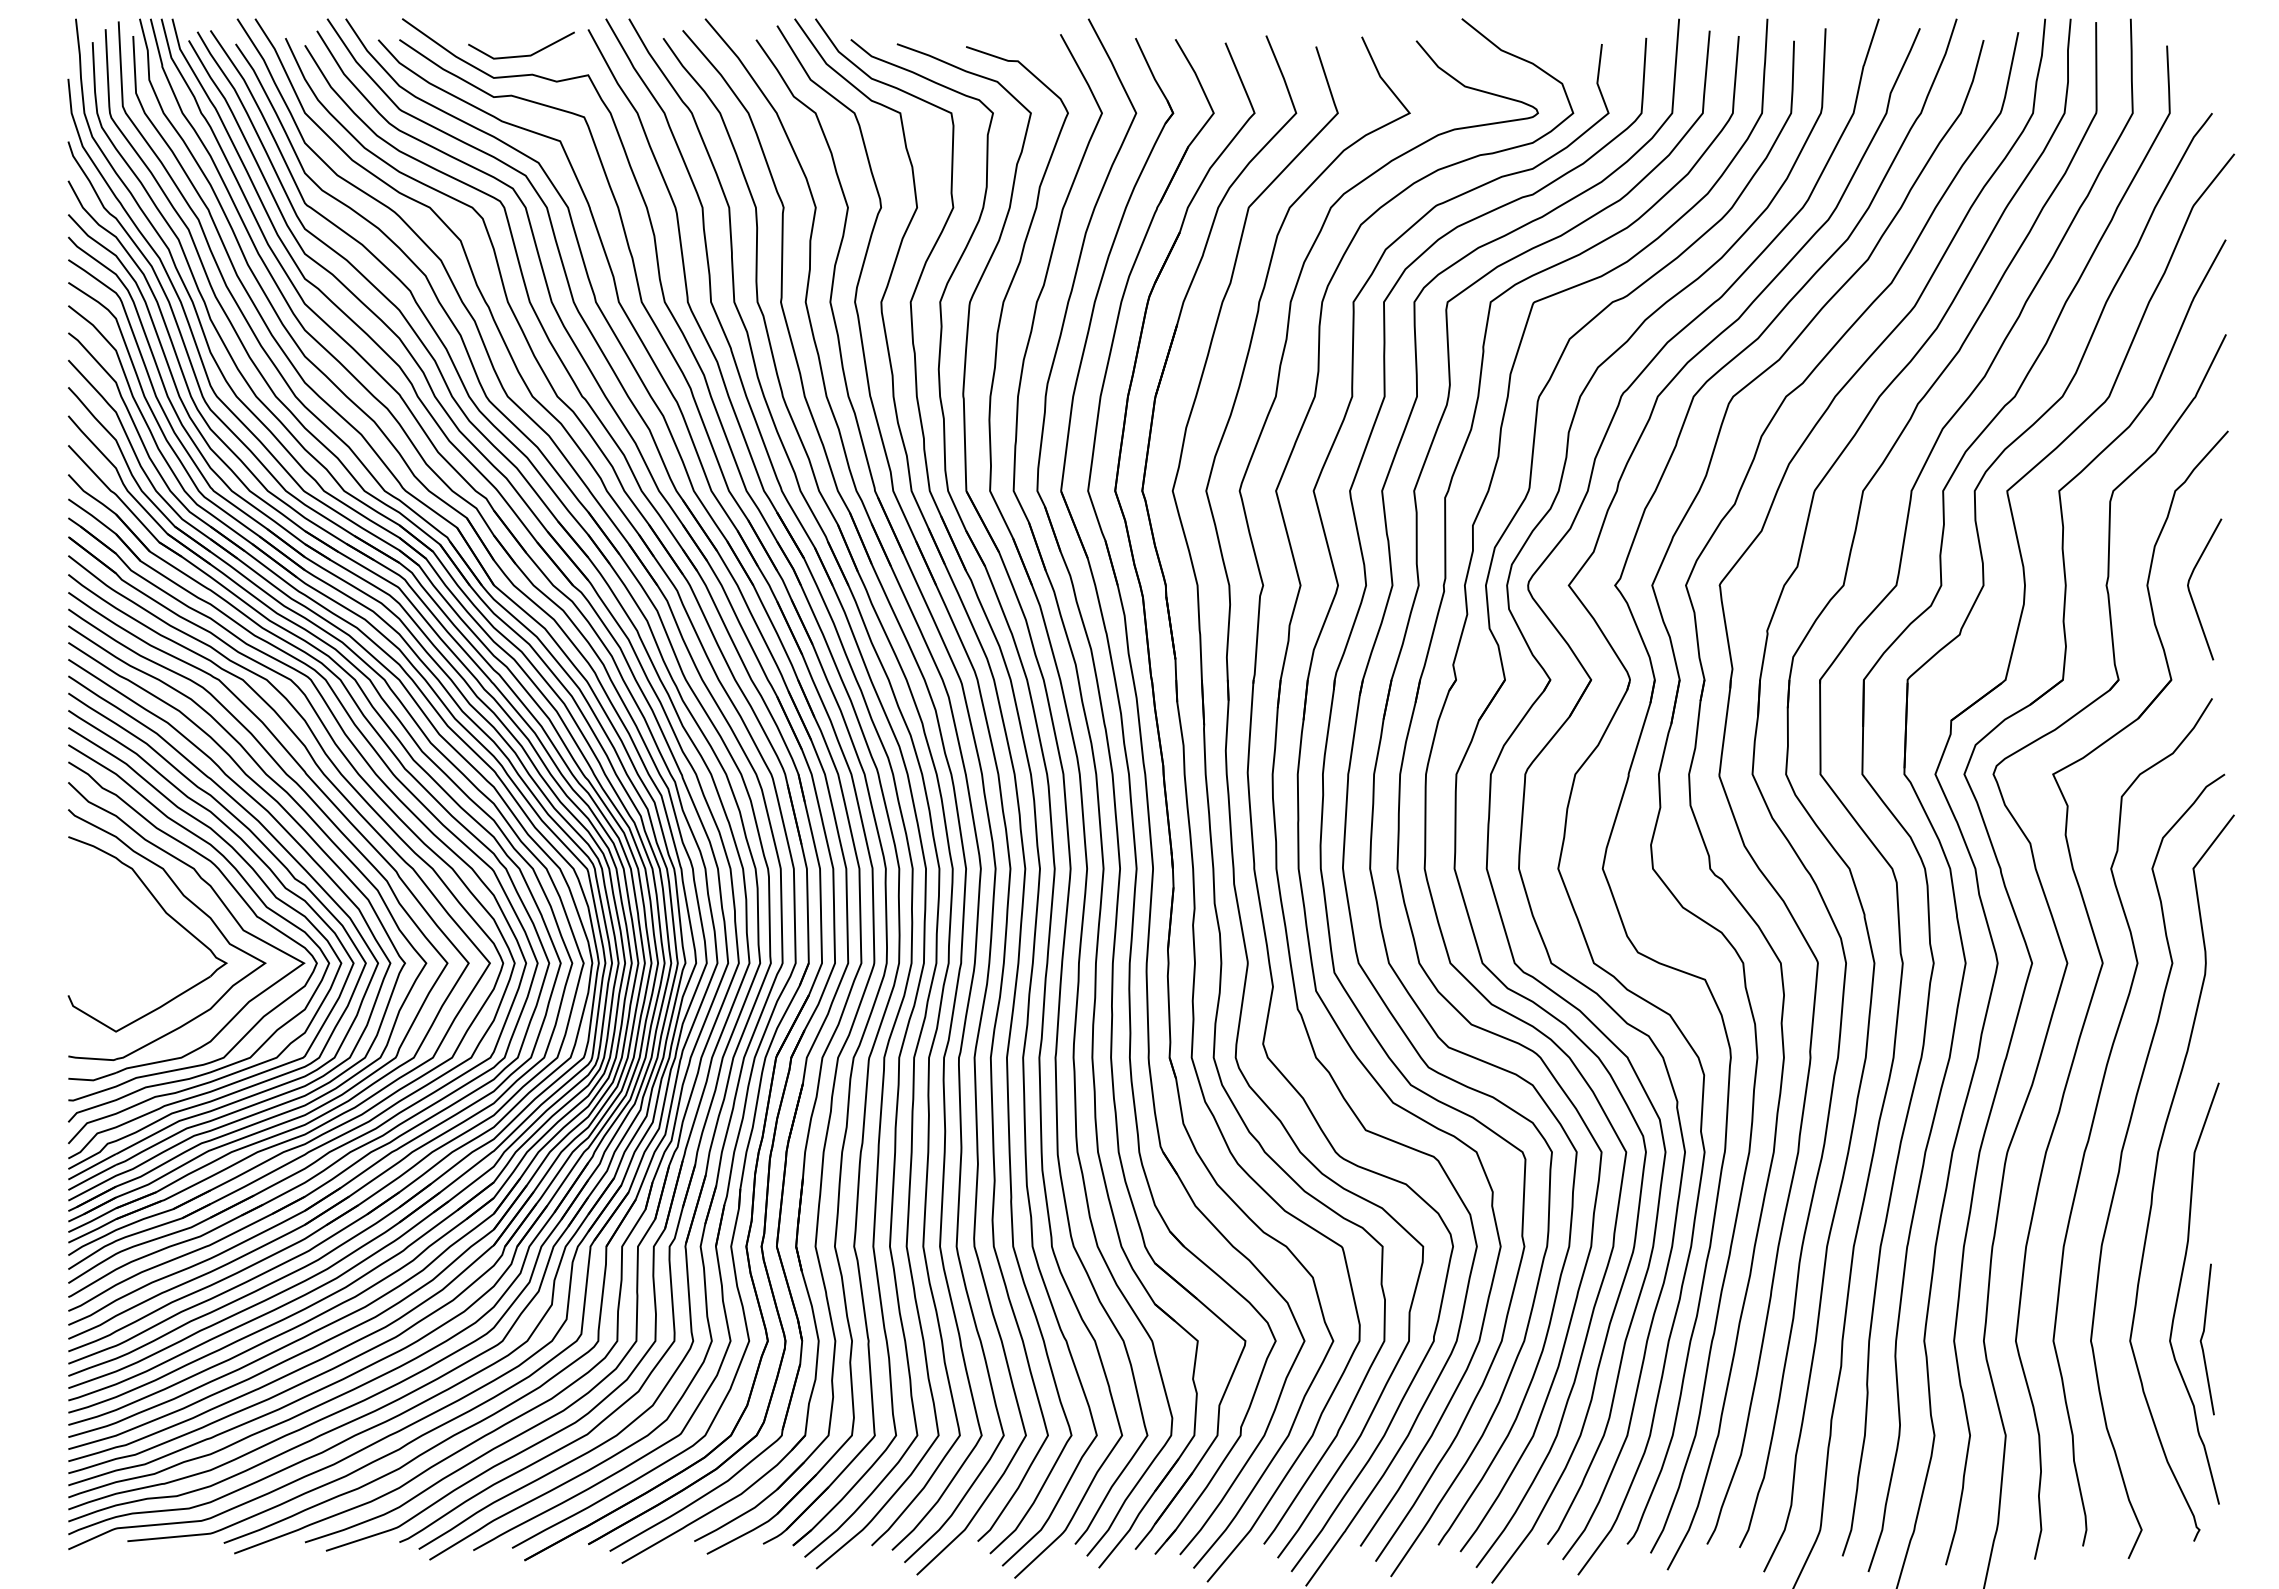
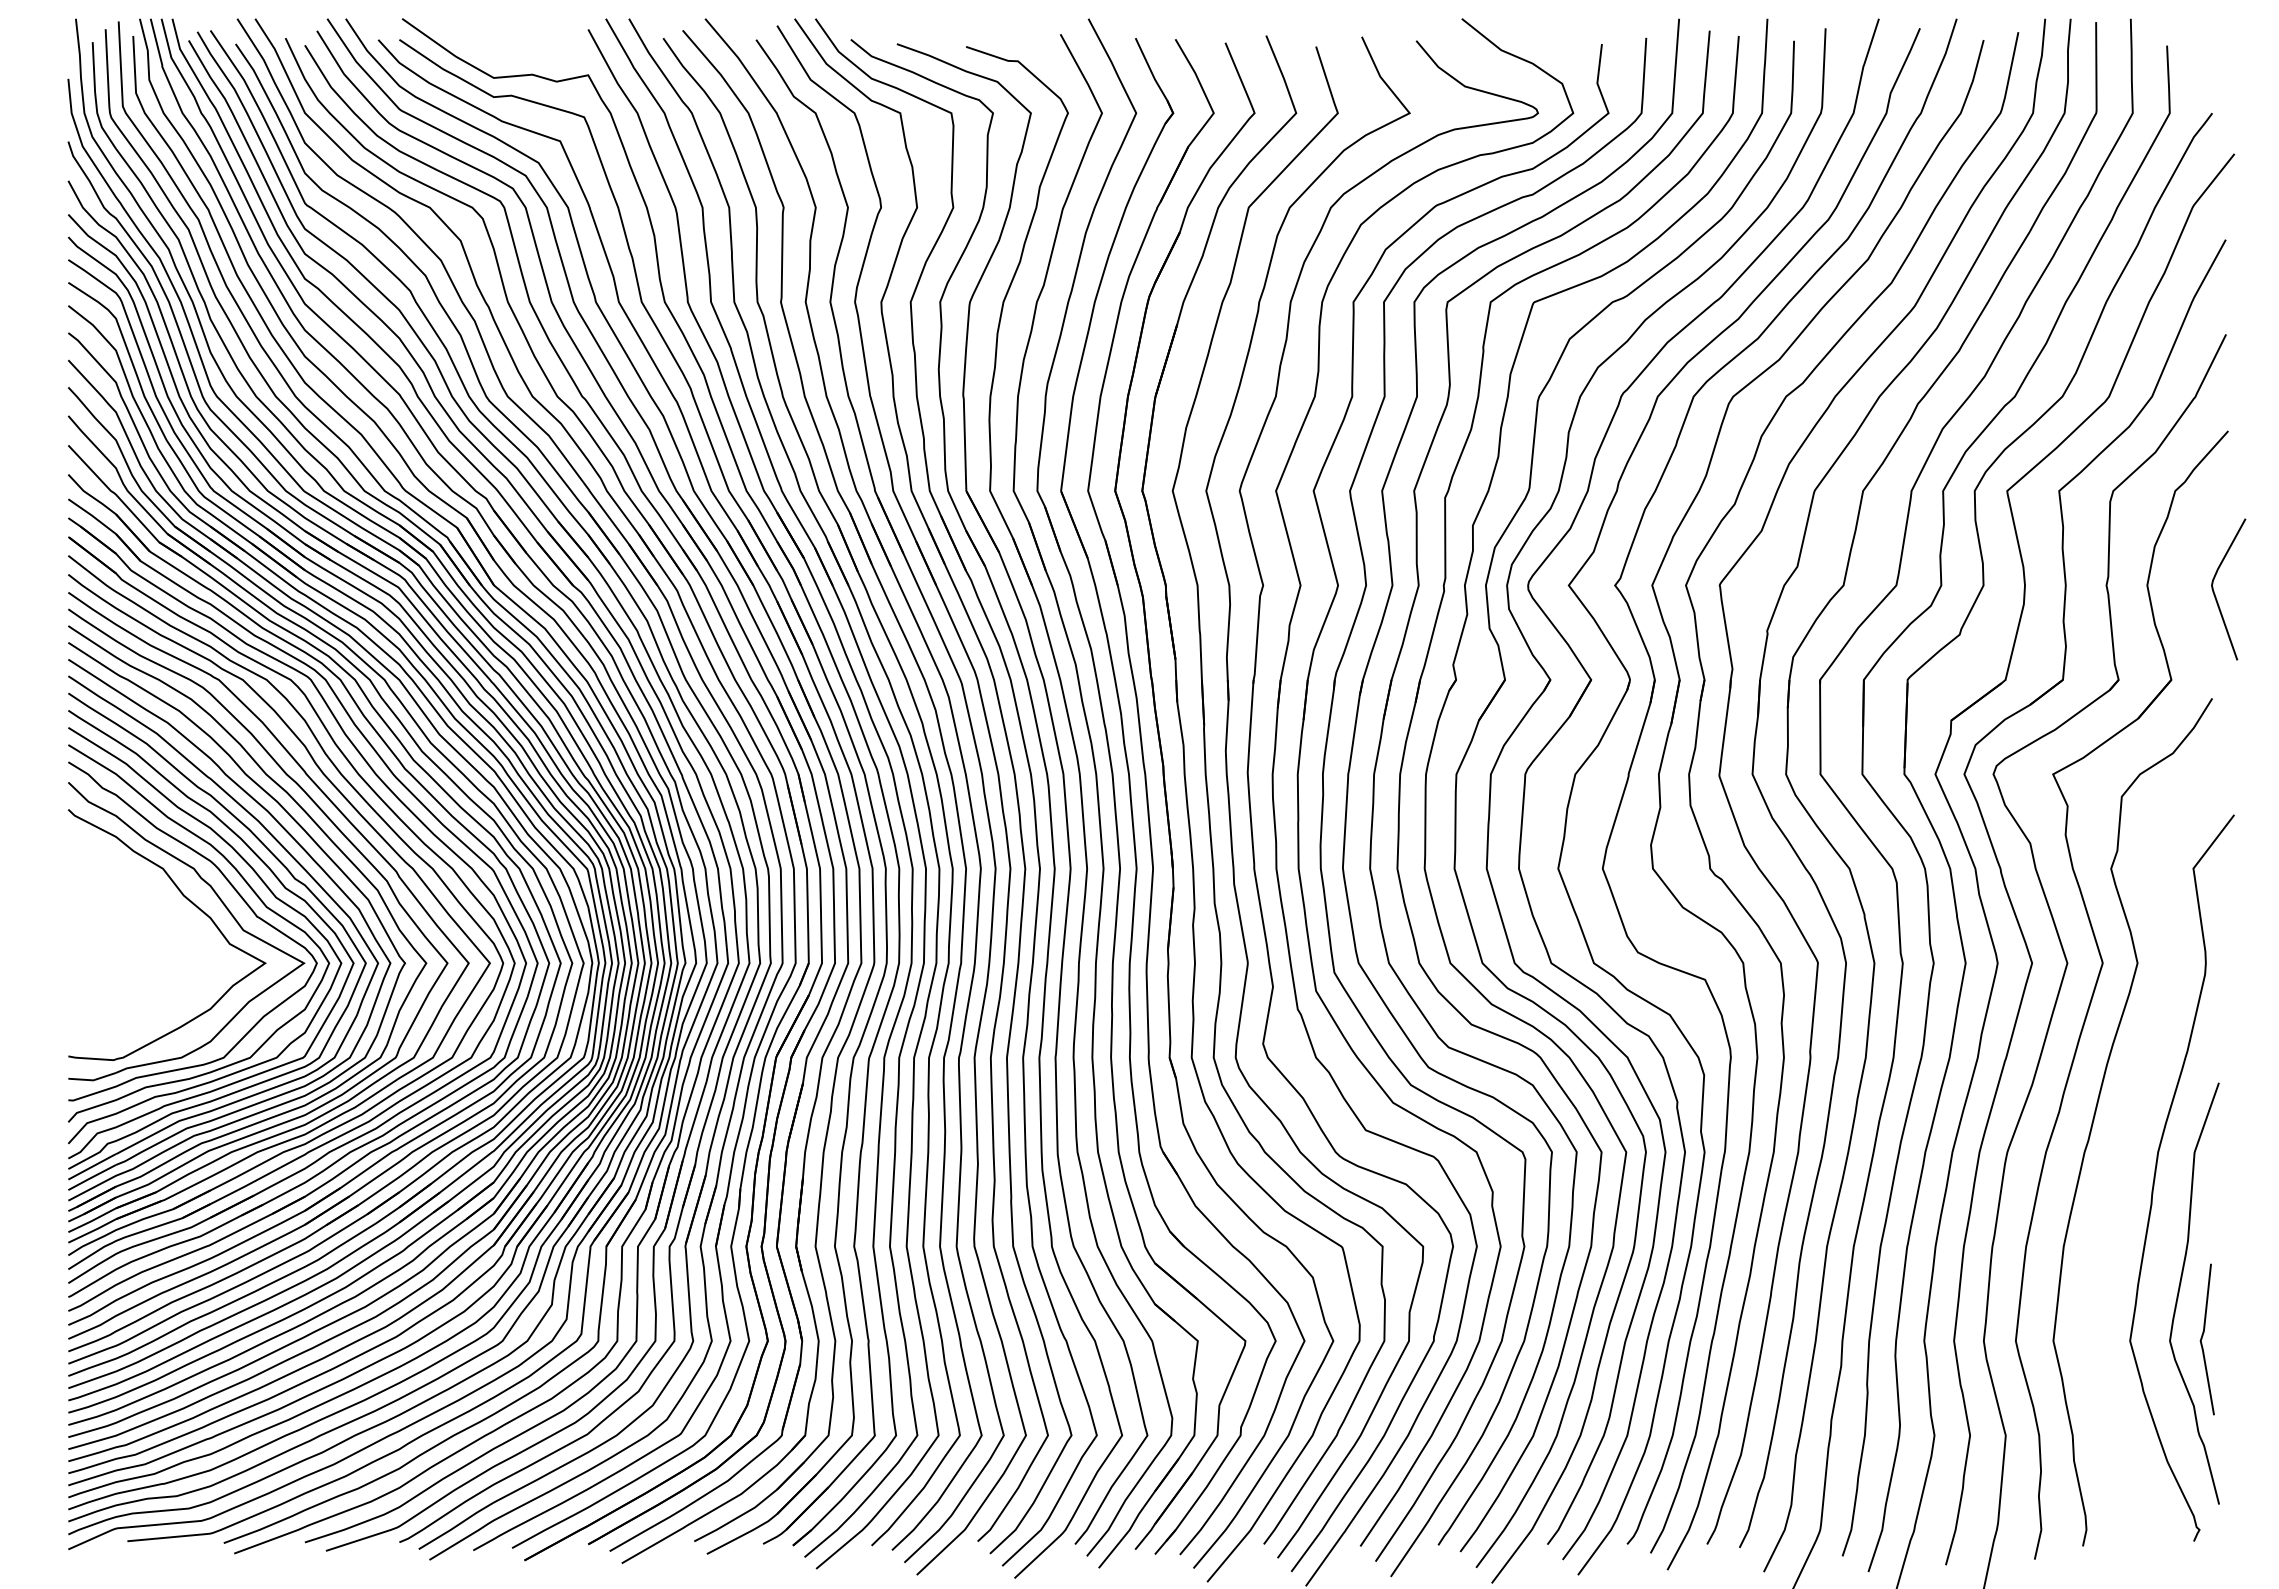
line at (521, 55): present -> none
curve at (2192, 596) position: (2192, 596) -> (2216, 596)
part at (166, 914): present -> none
curve at (2121, 1162): present -> none
